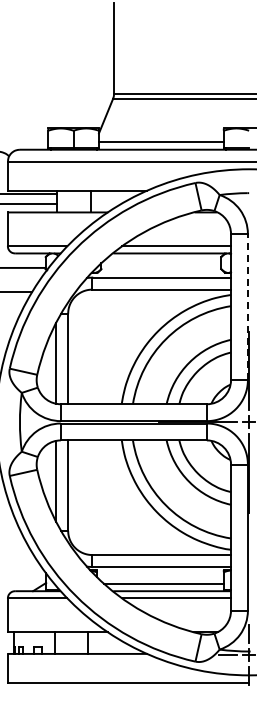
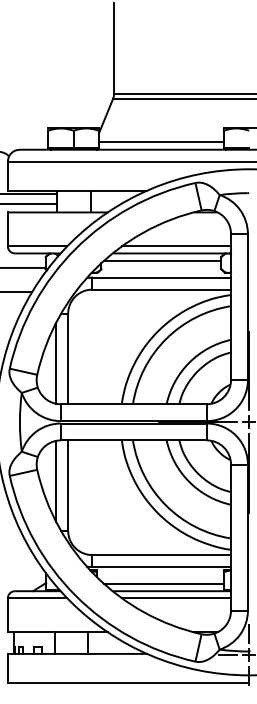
line at (162, 260): none -> present
line at (247, 306): dashed -> solid
